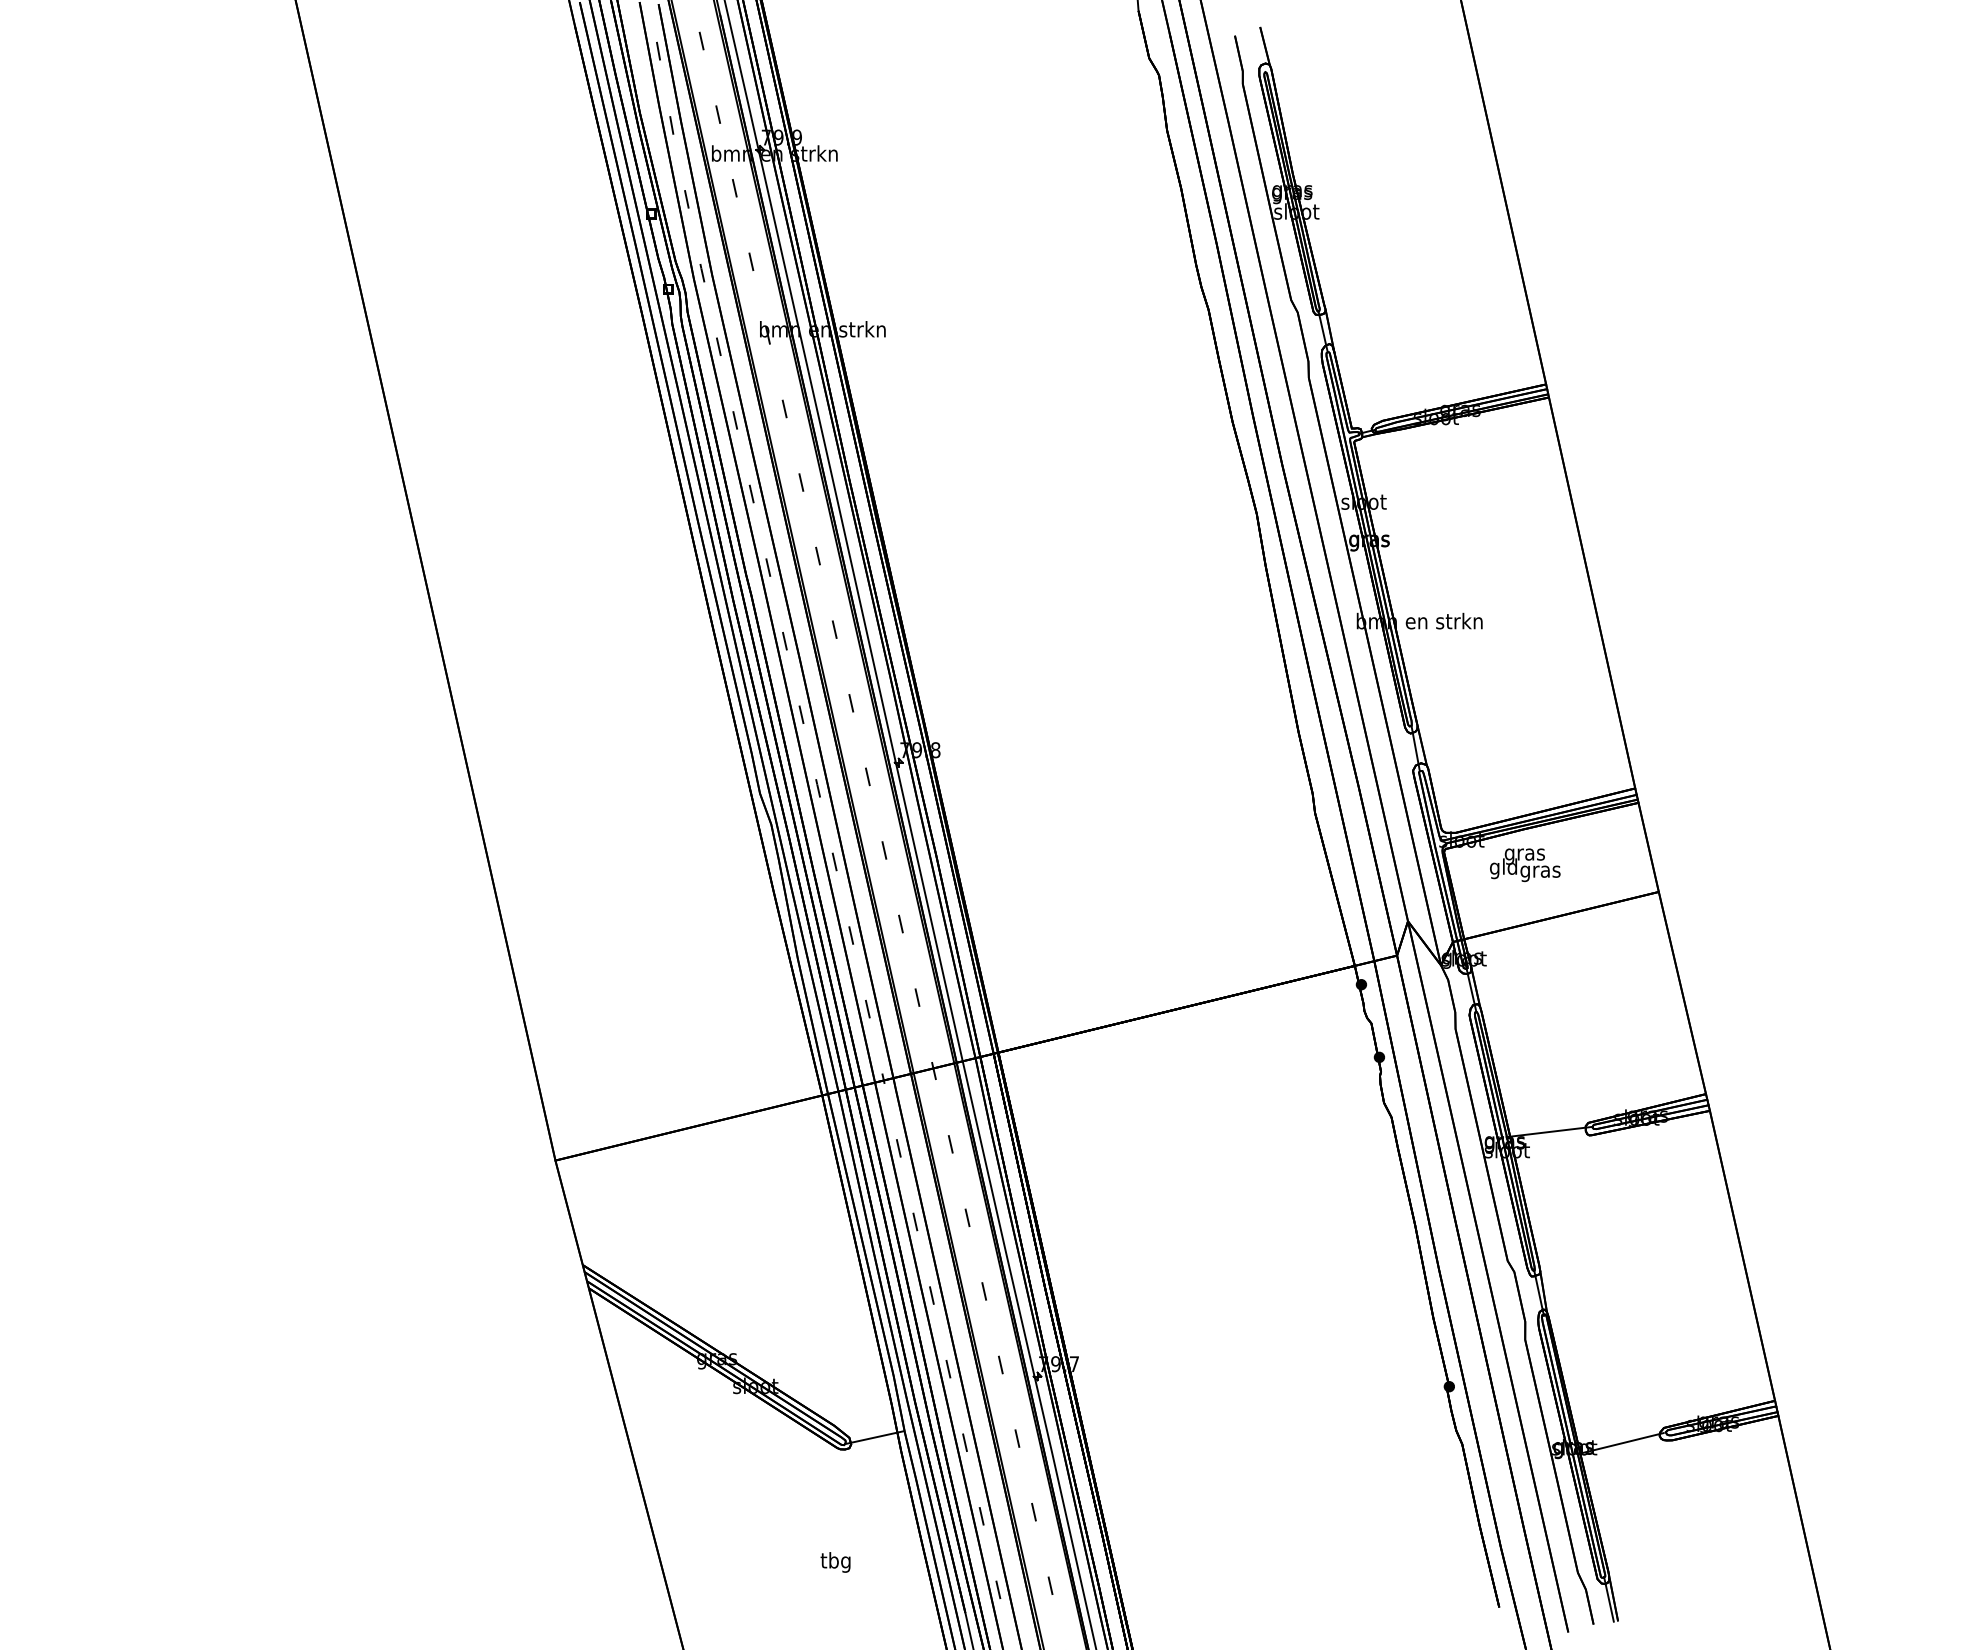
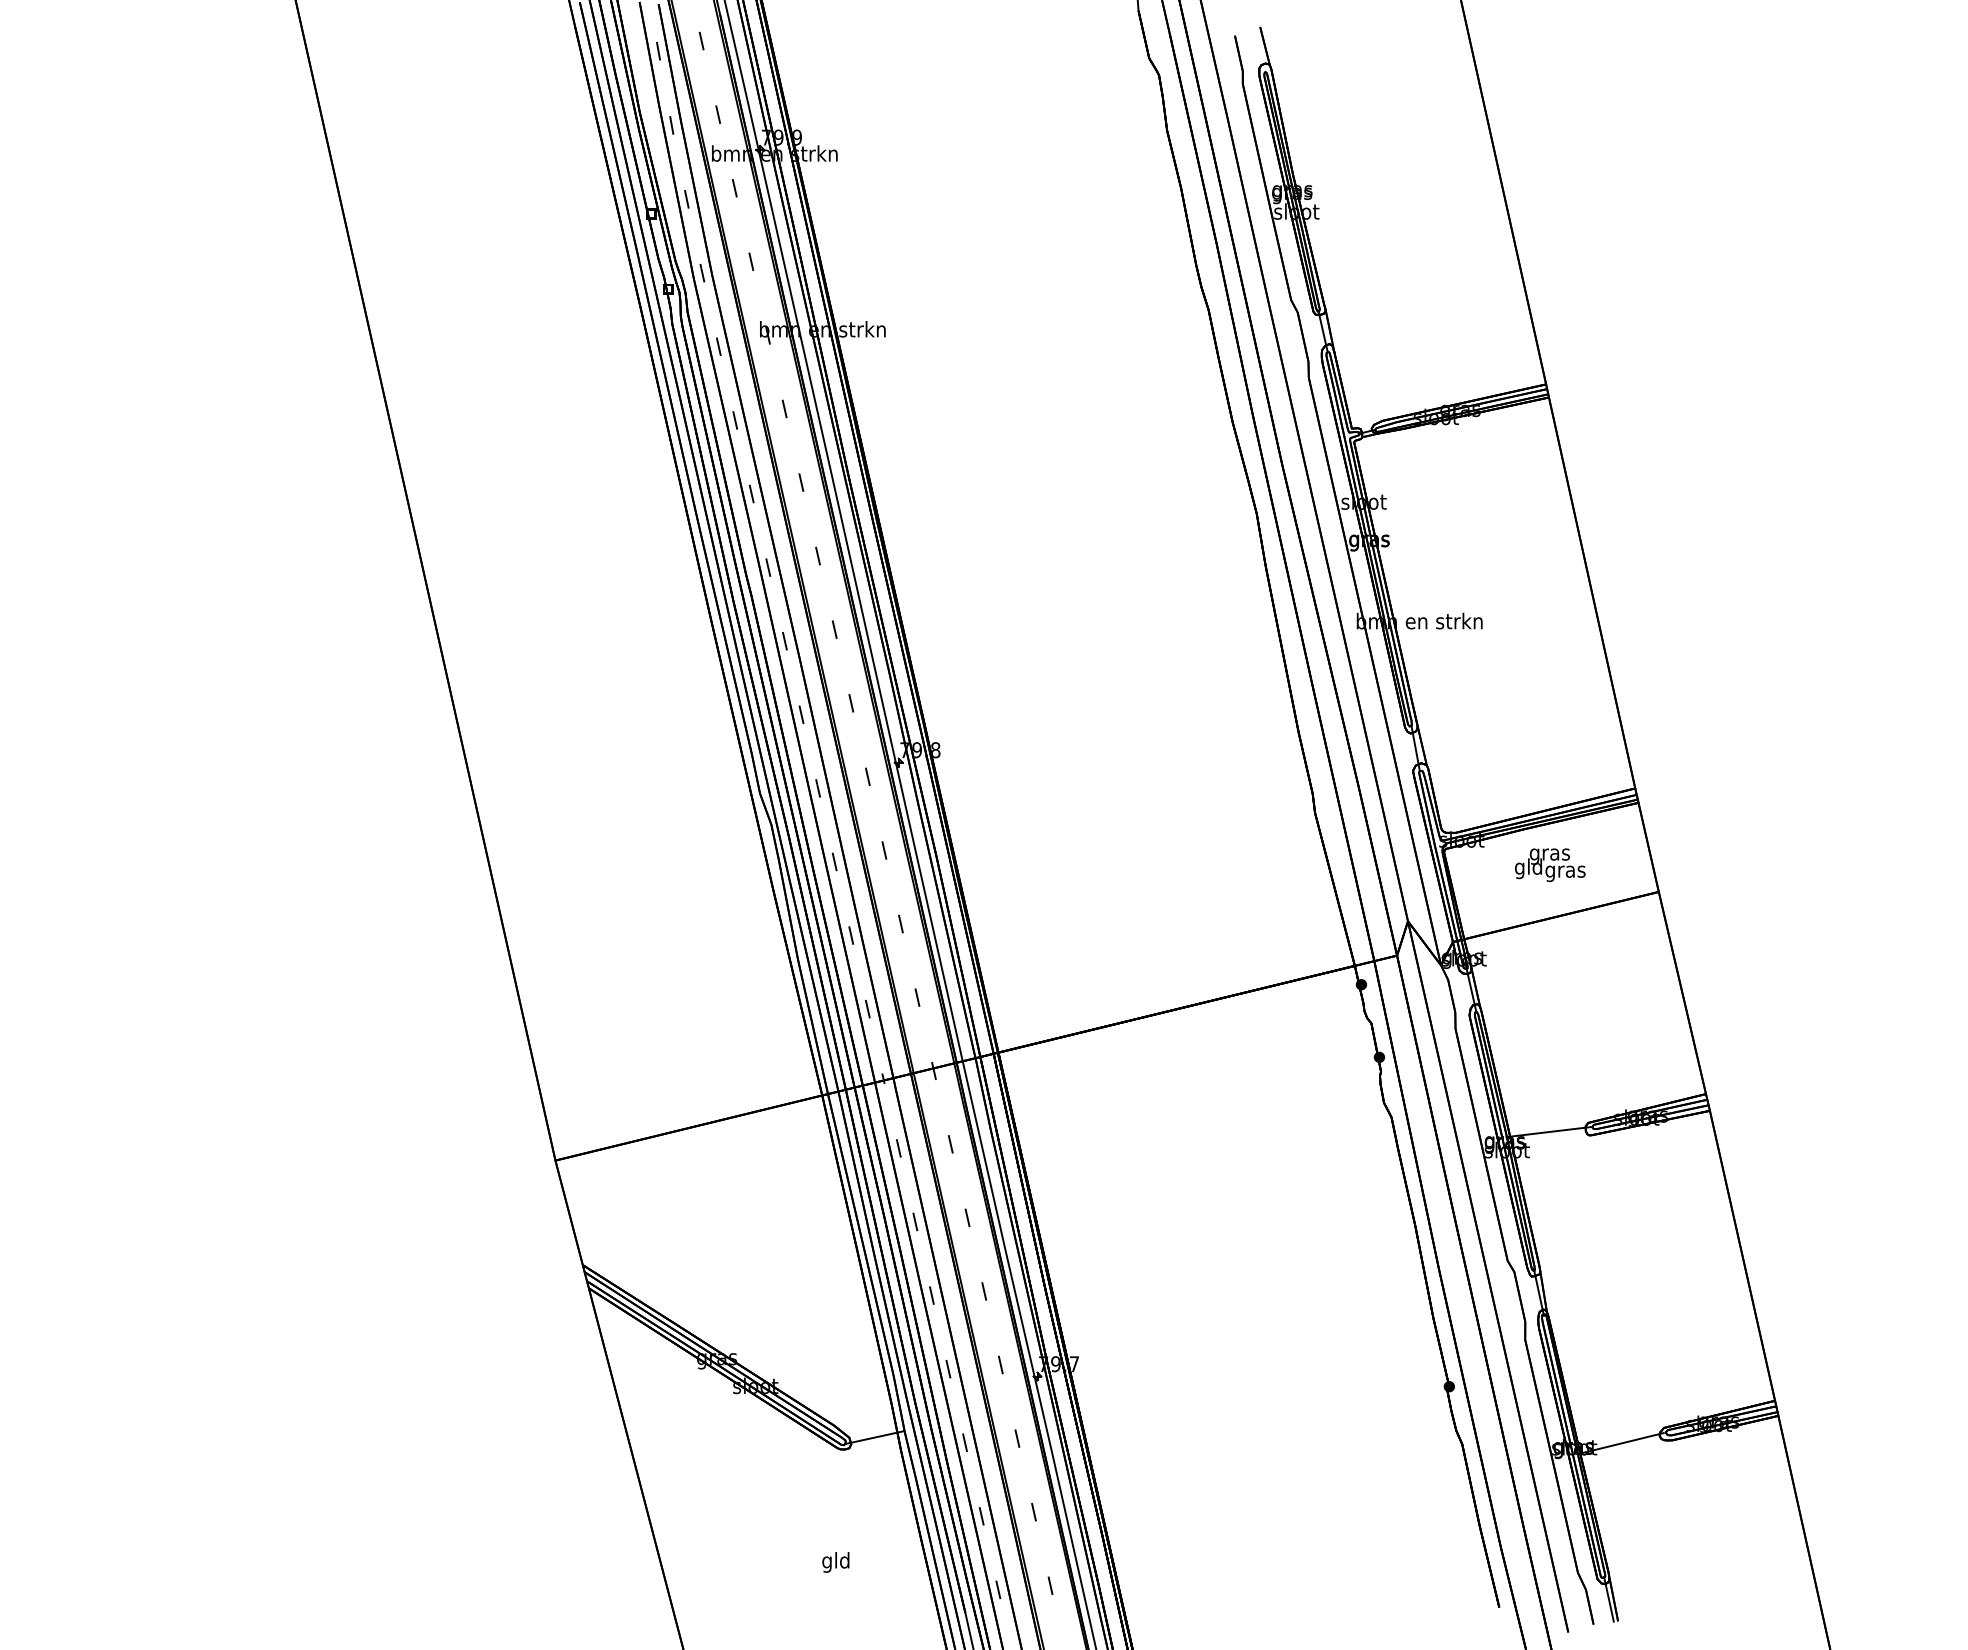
text at (1525, 865) position: (1525, 865) -> (1550, 865)
text at (835, 1562): tbg -> gld
